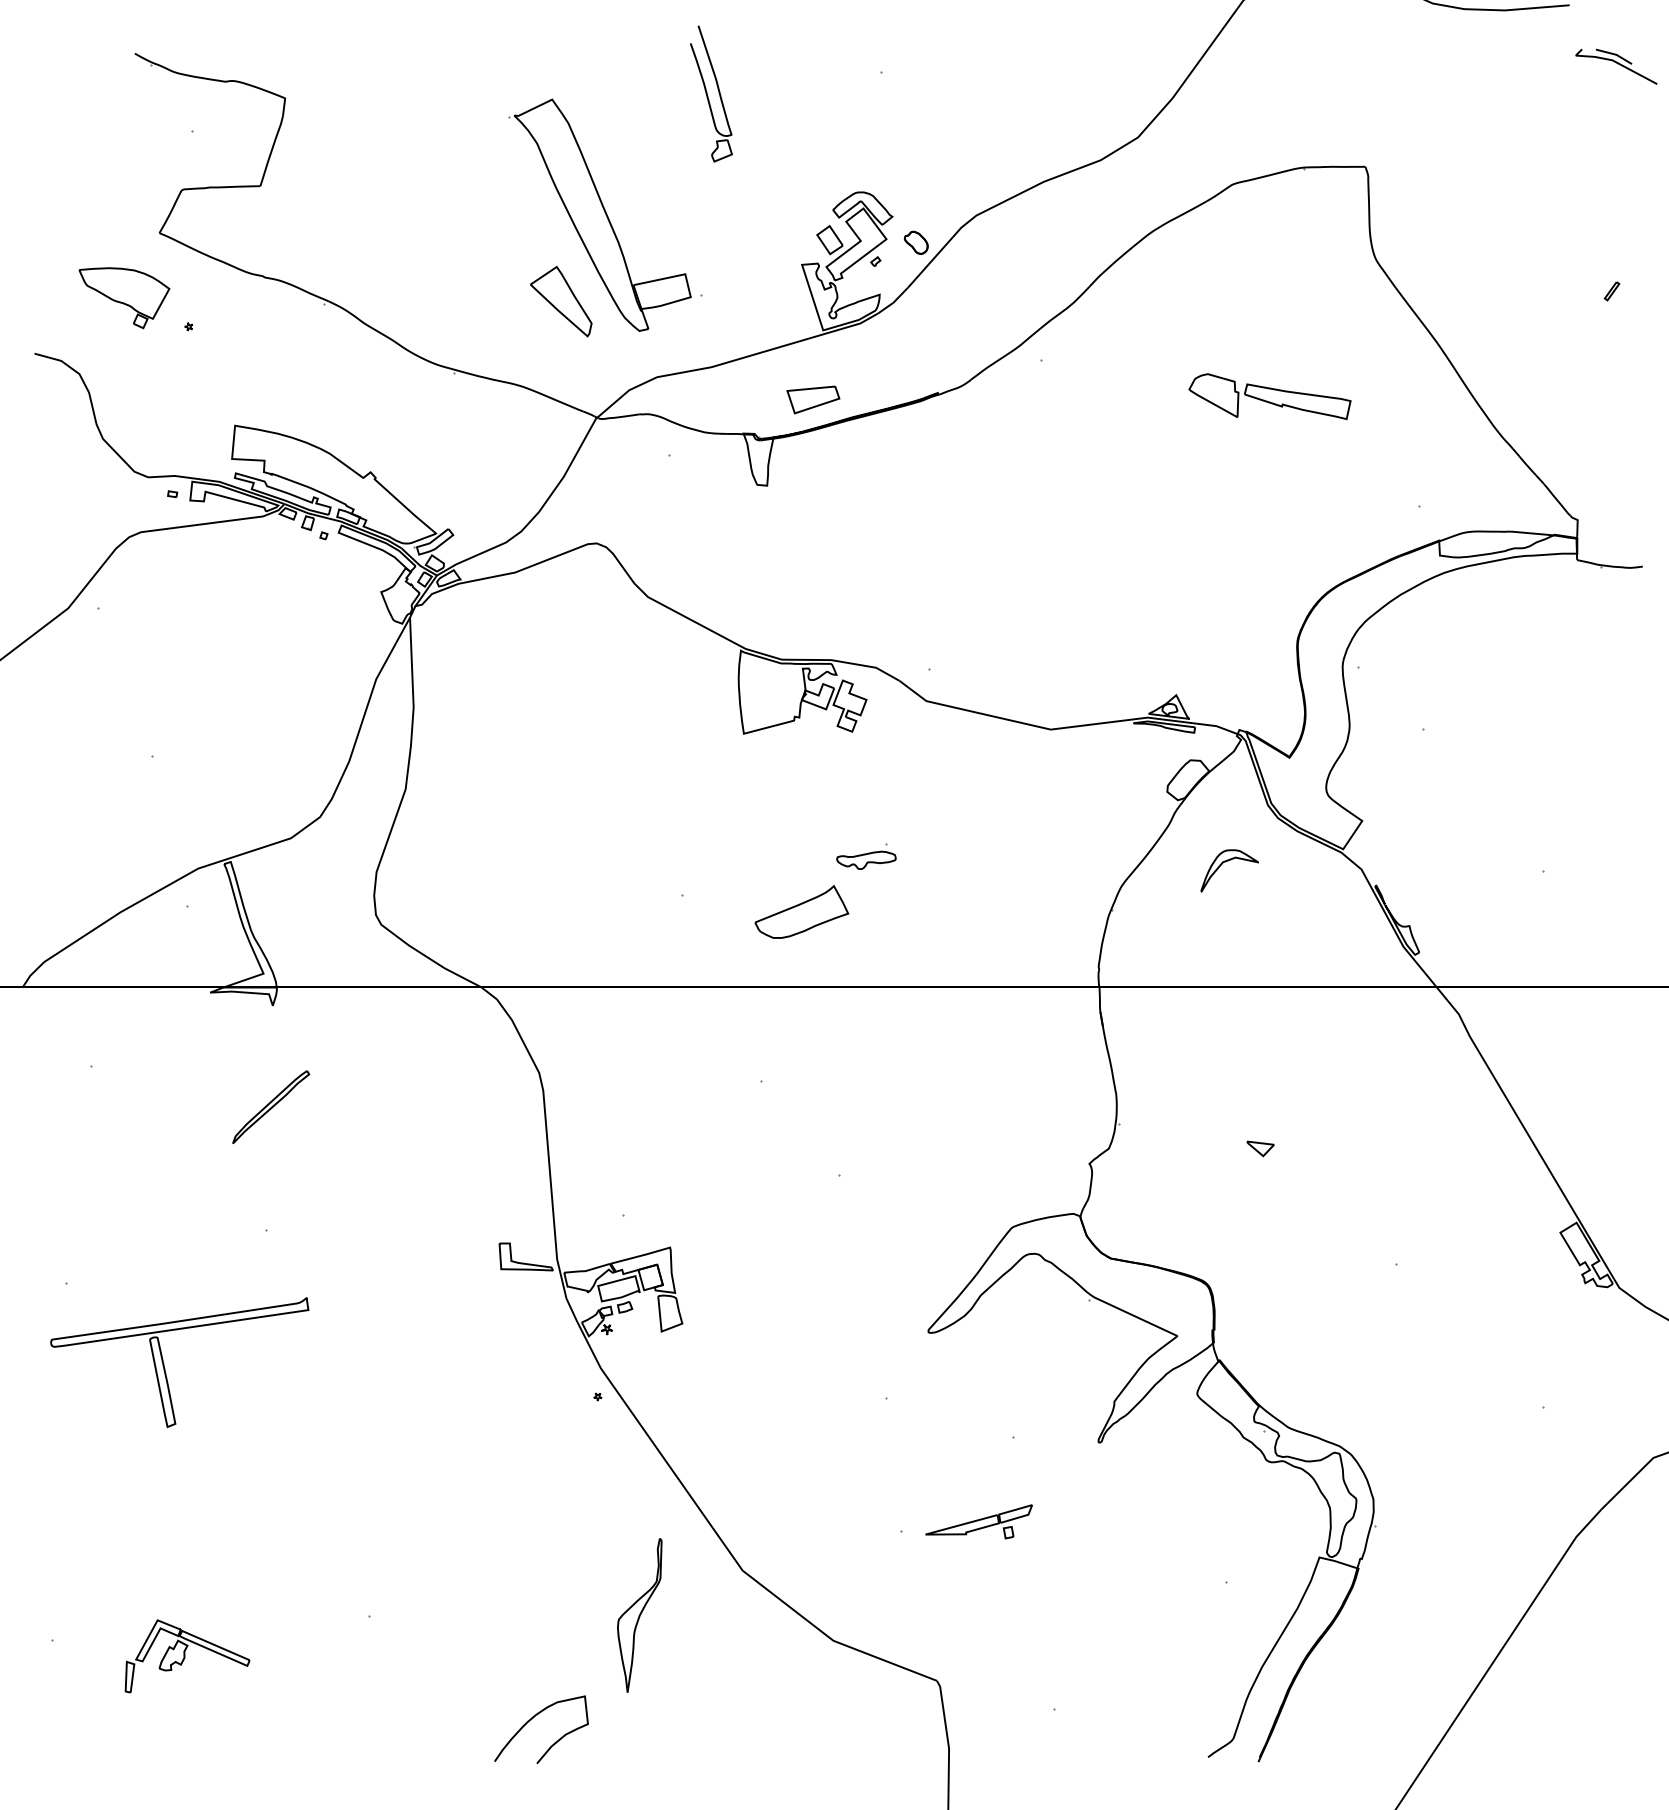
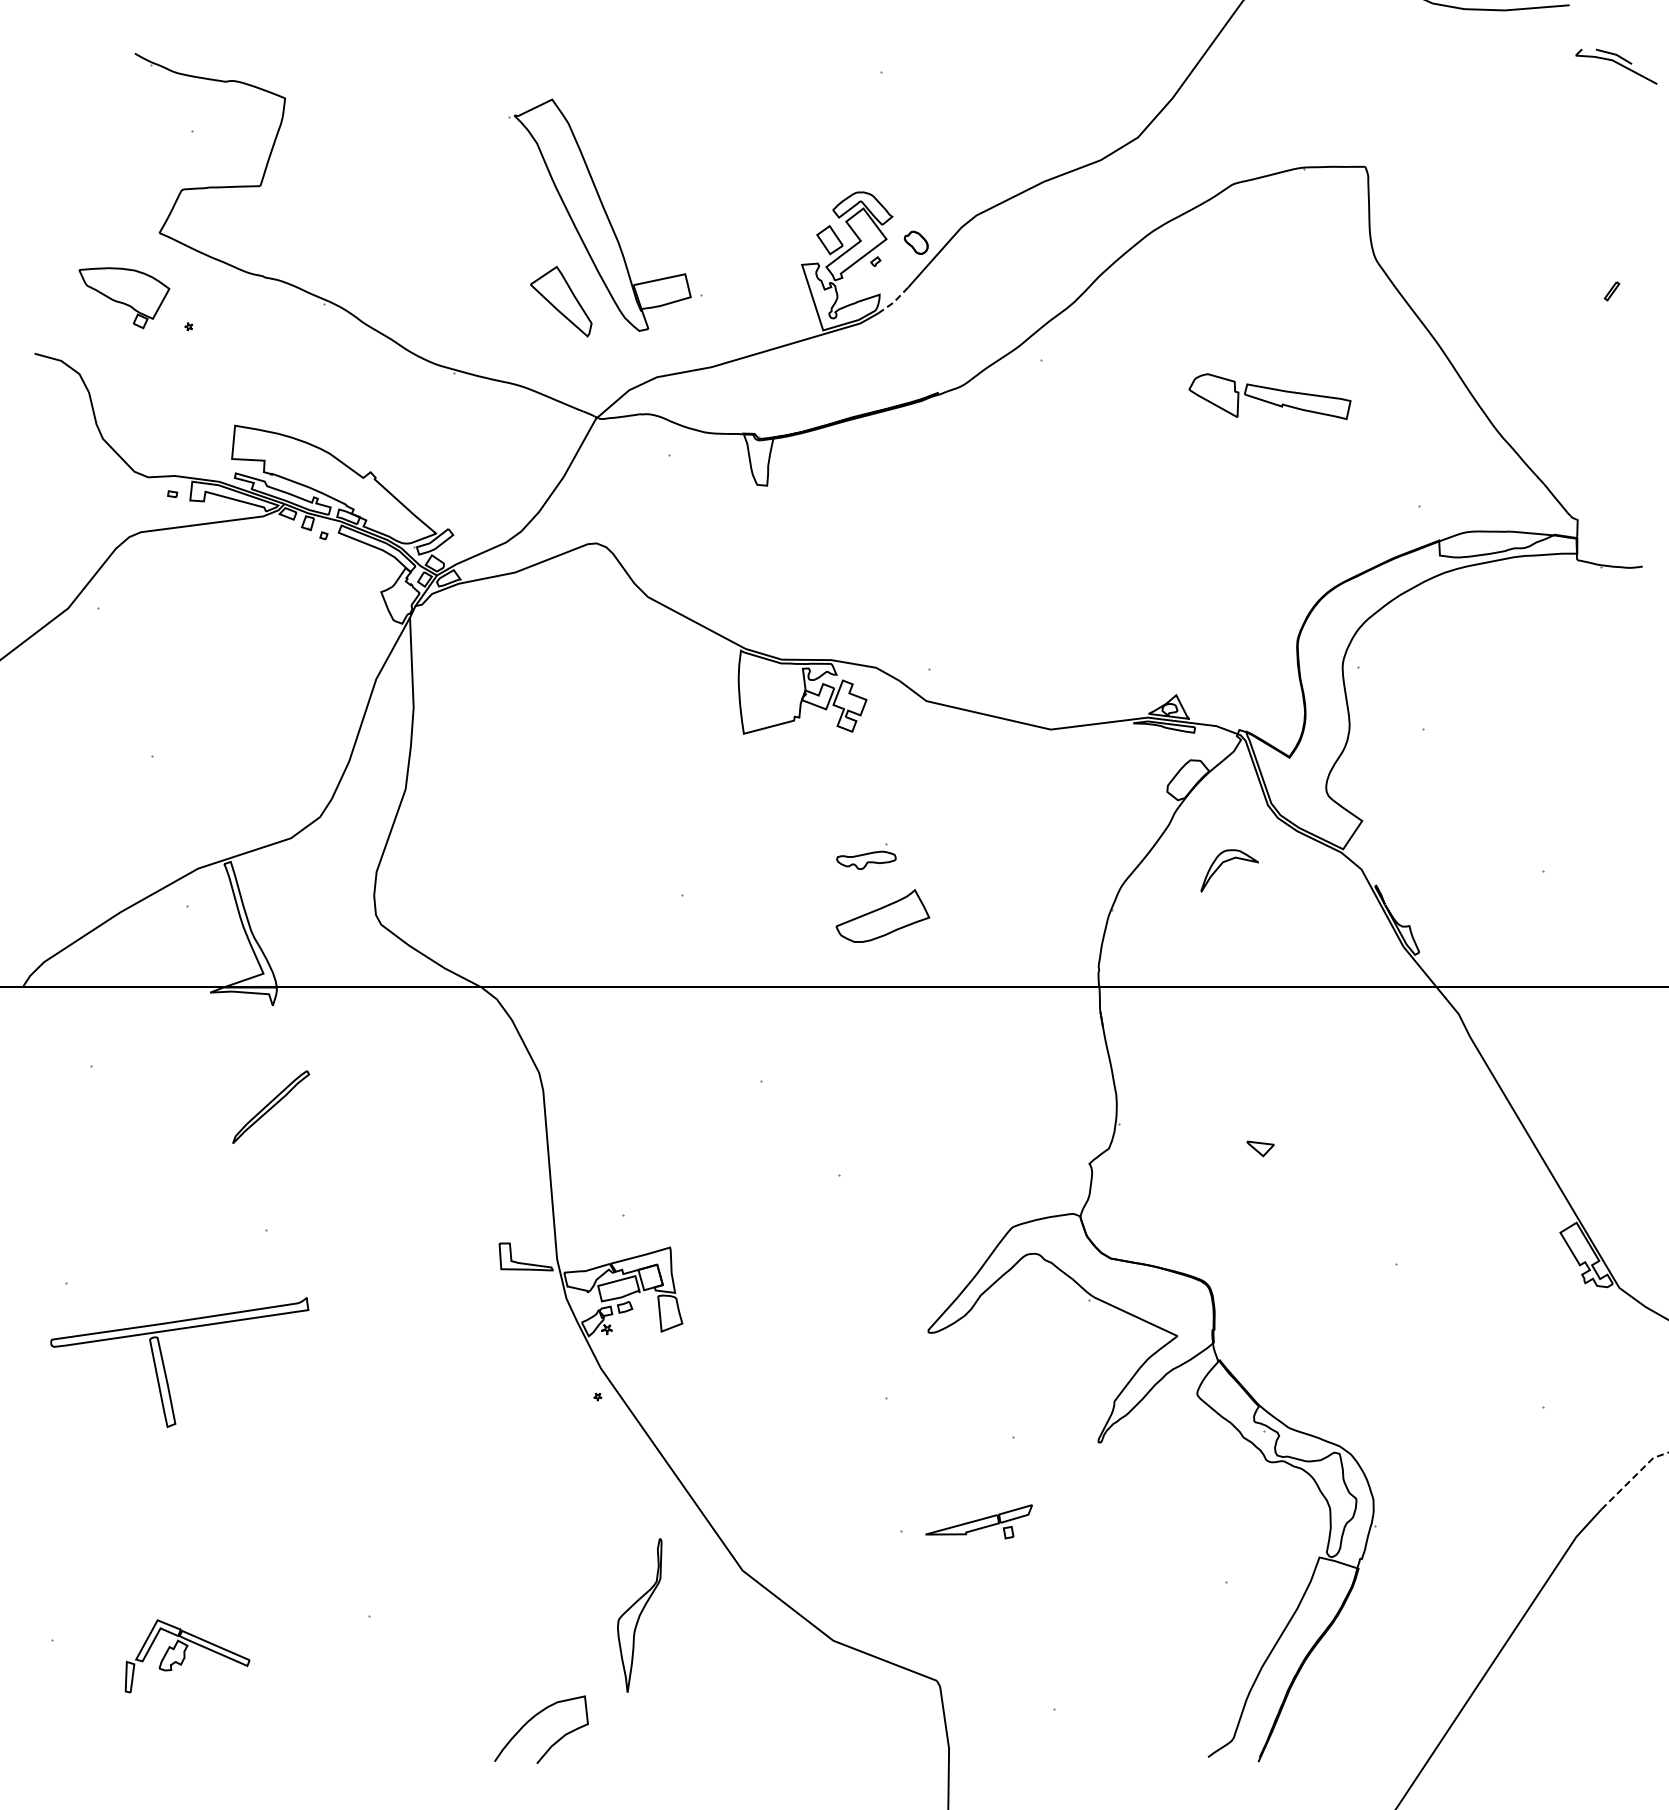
part at (711, 93): present -> none
line at (894, 301): solid -> dashed
part at (813, 399): present -> none
part at (801, 911) position: (801, 911) -> (882, 915)
line at (1633, 1477): solid -> dashed
